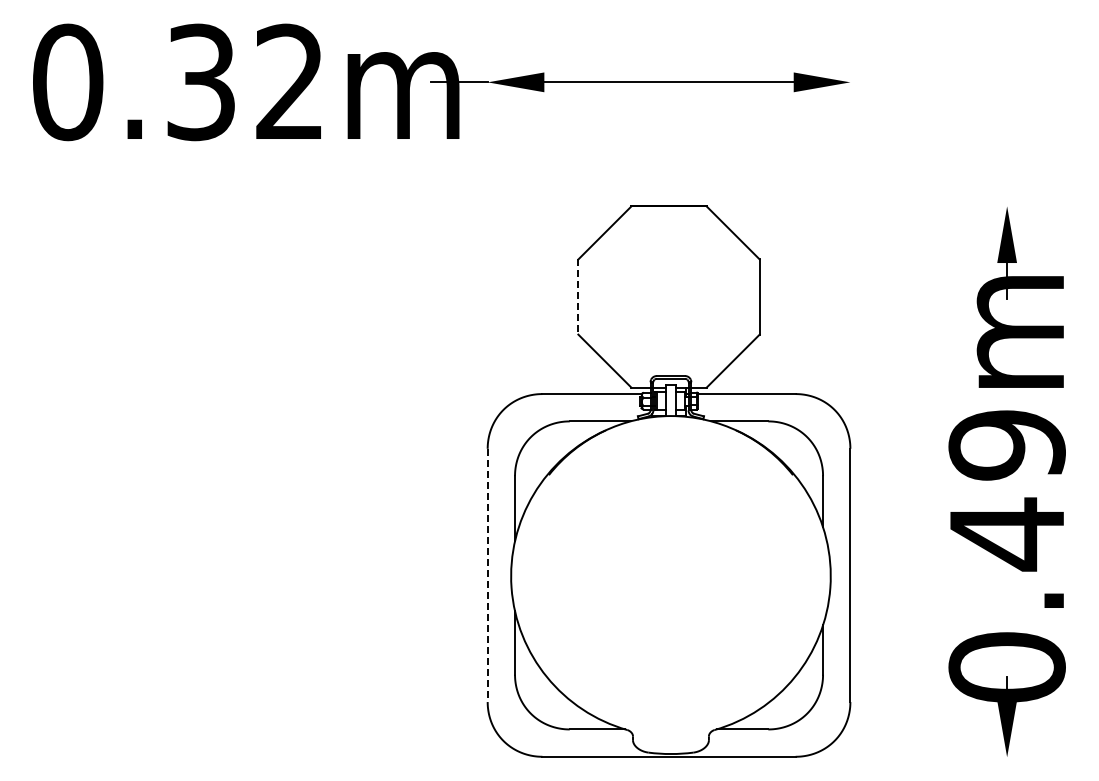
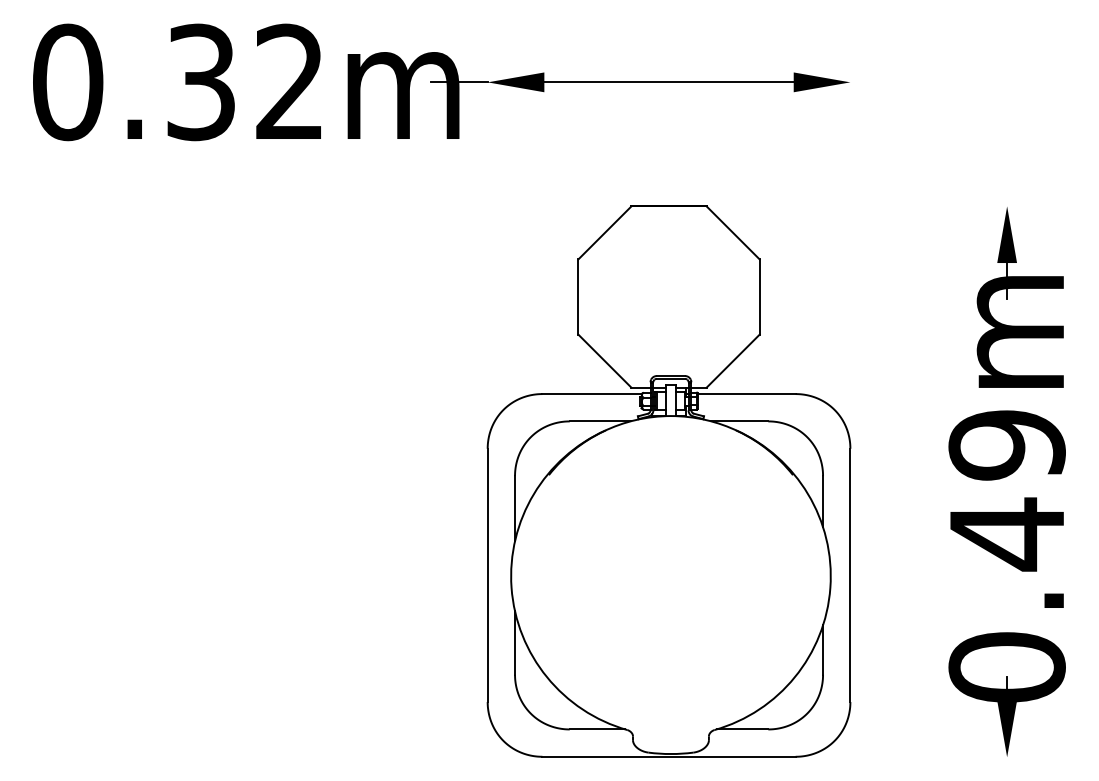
line at (578, 297): dashed -> solid
line at (487, 575): dashed -> solid
